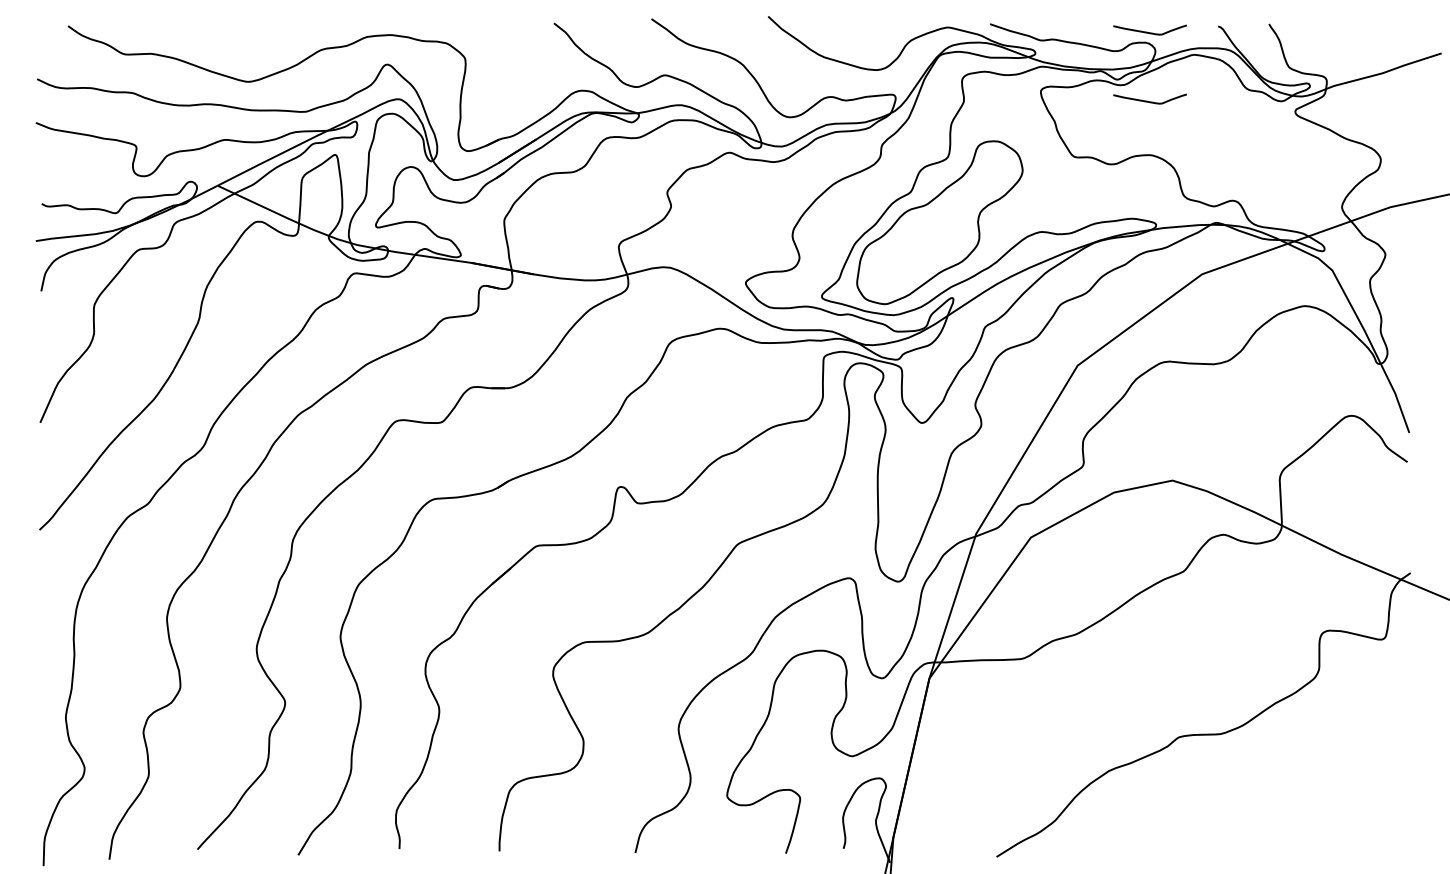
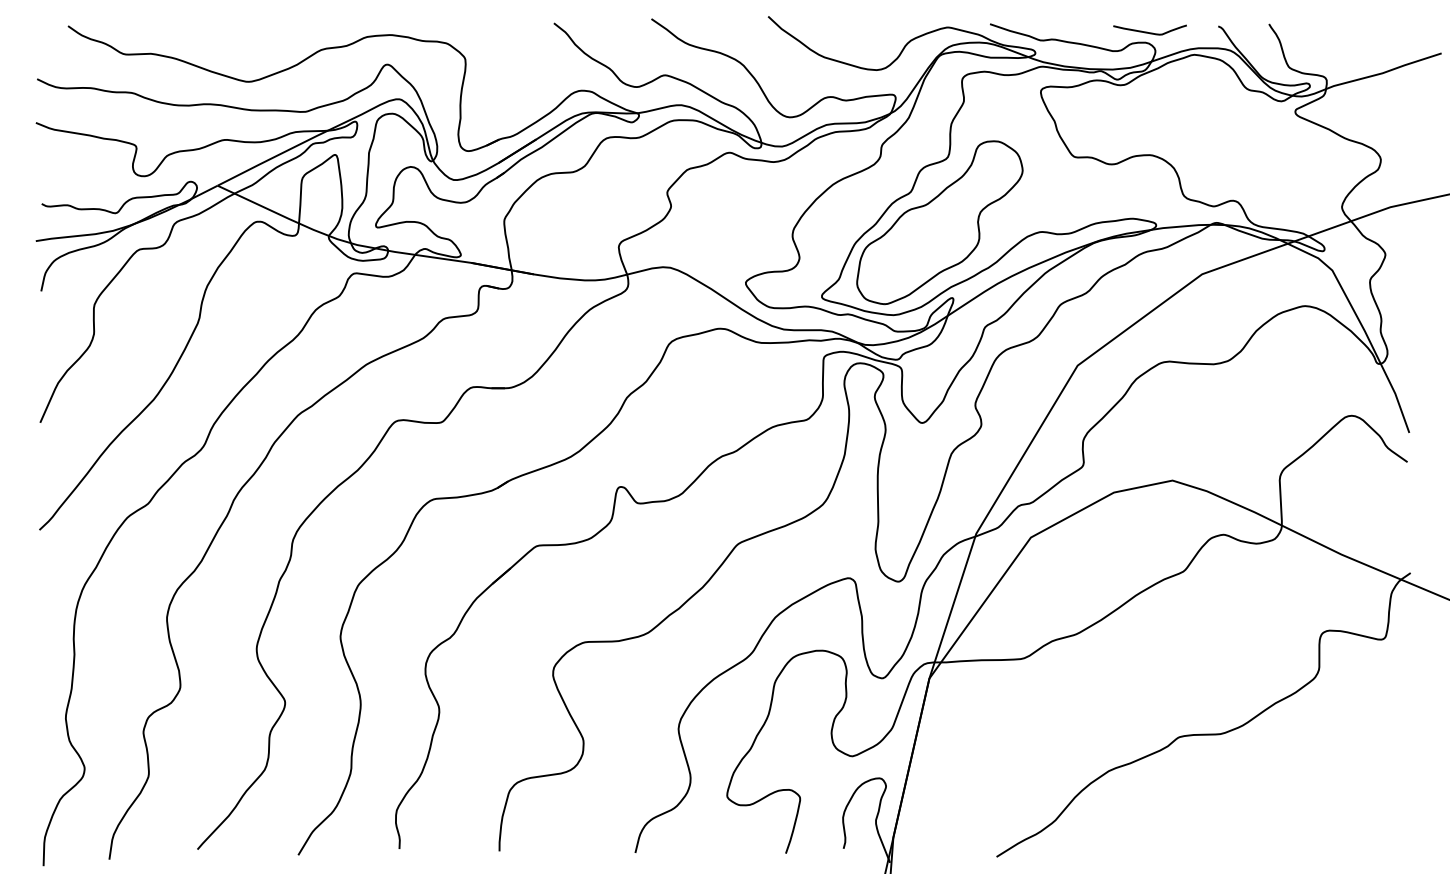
curve at (1147, 100): present -> none
